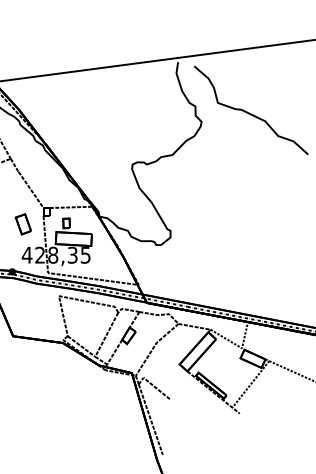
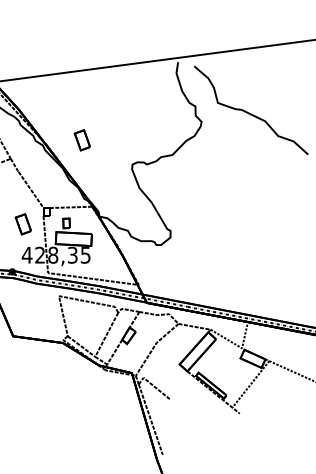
part at (81, 140): none -> present
